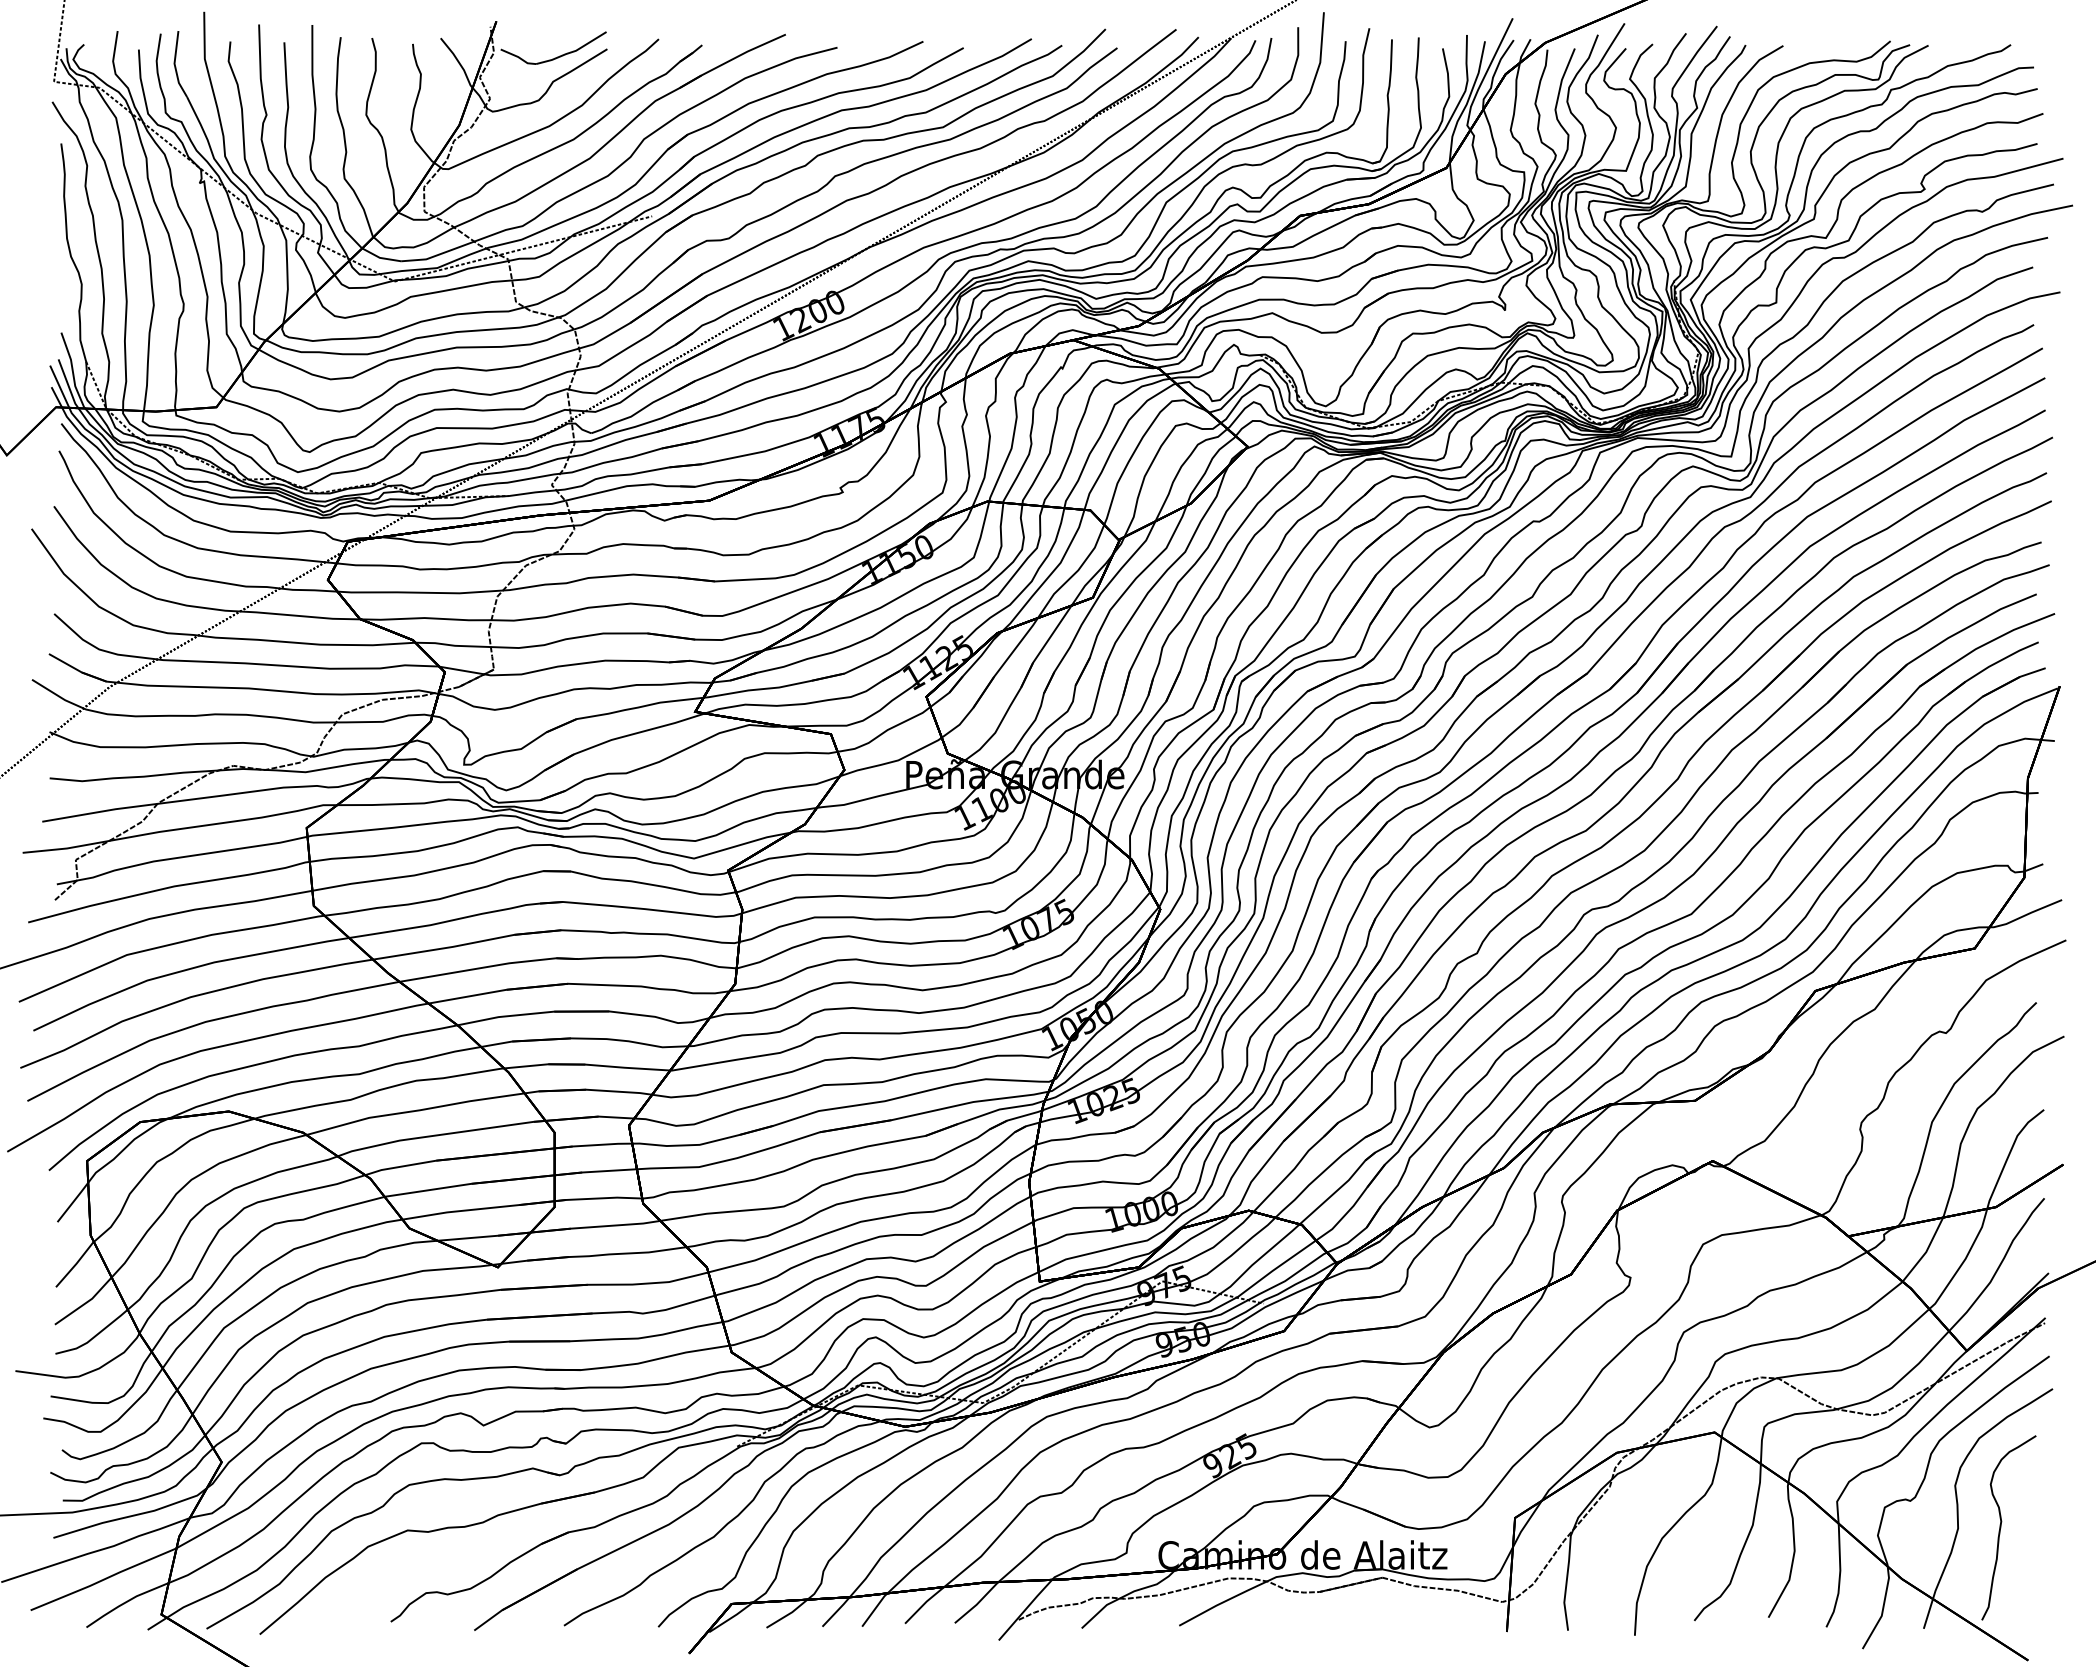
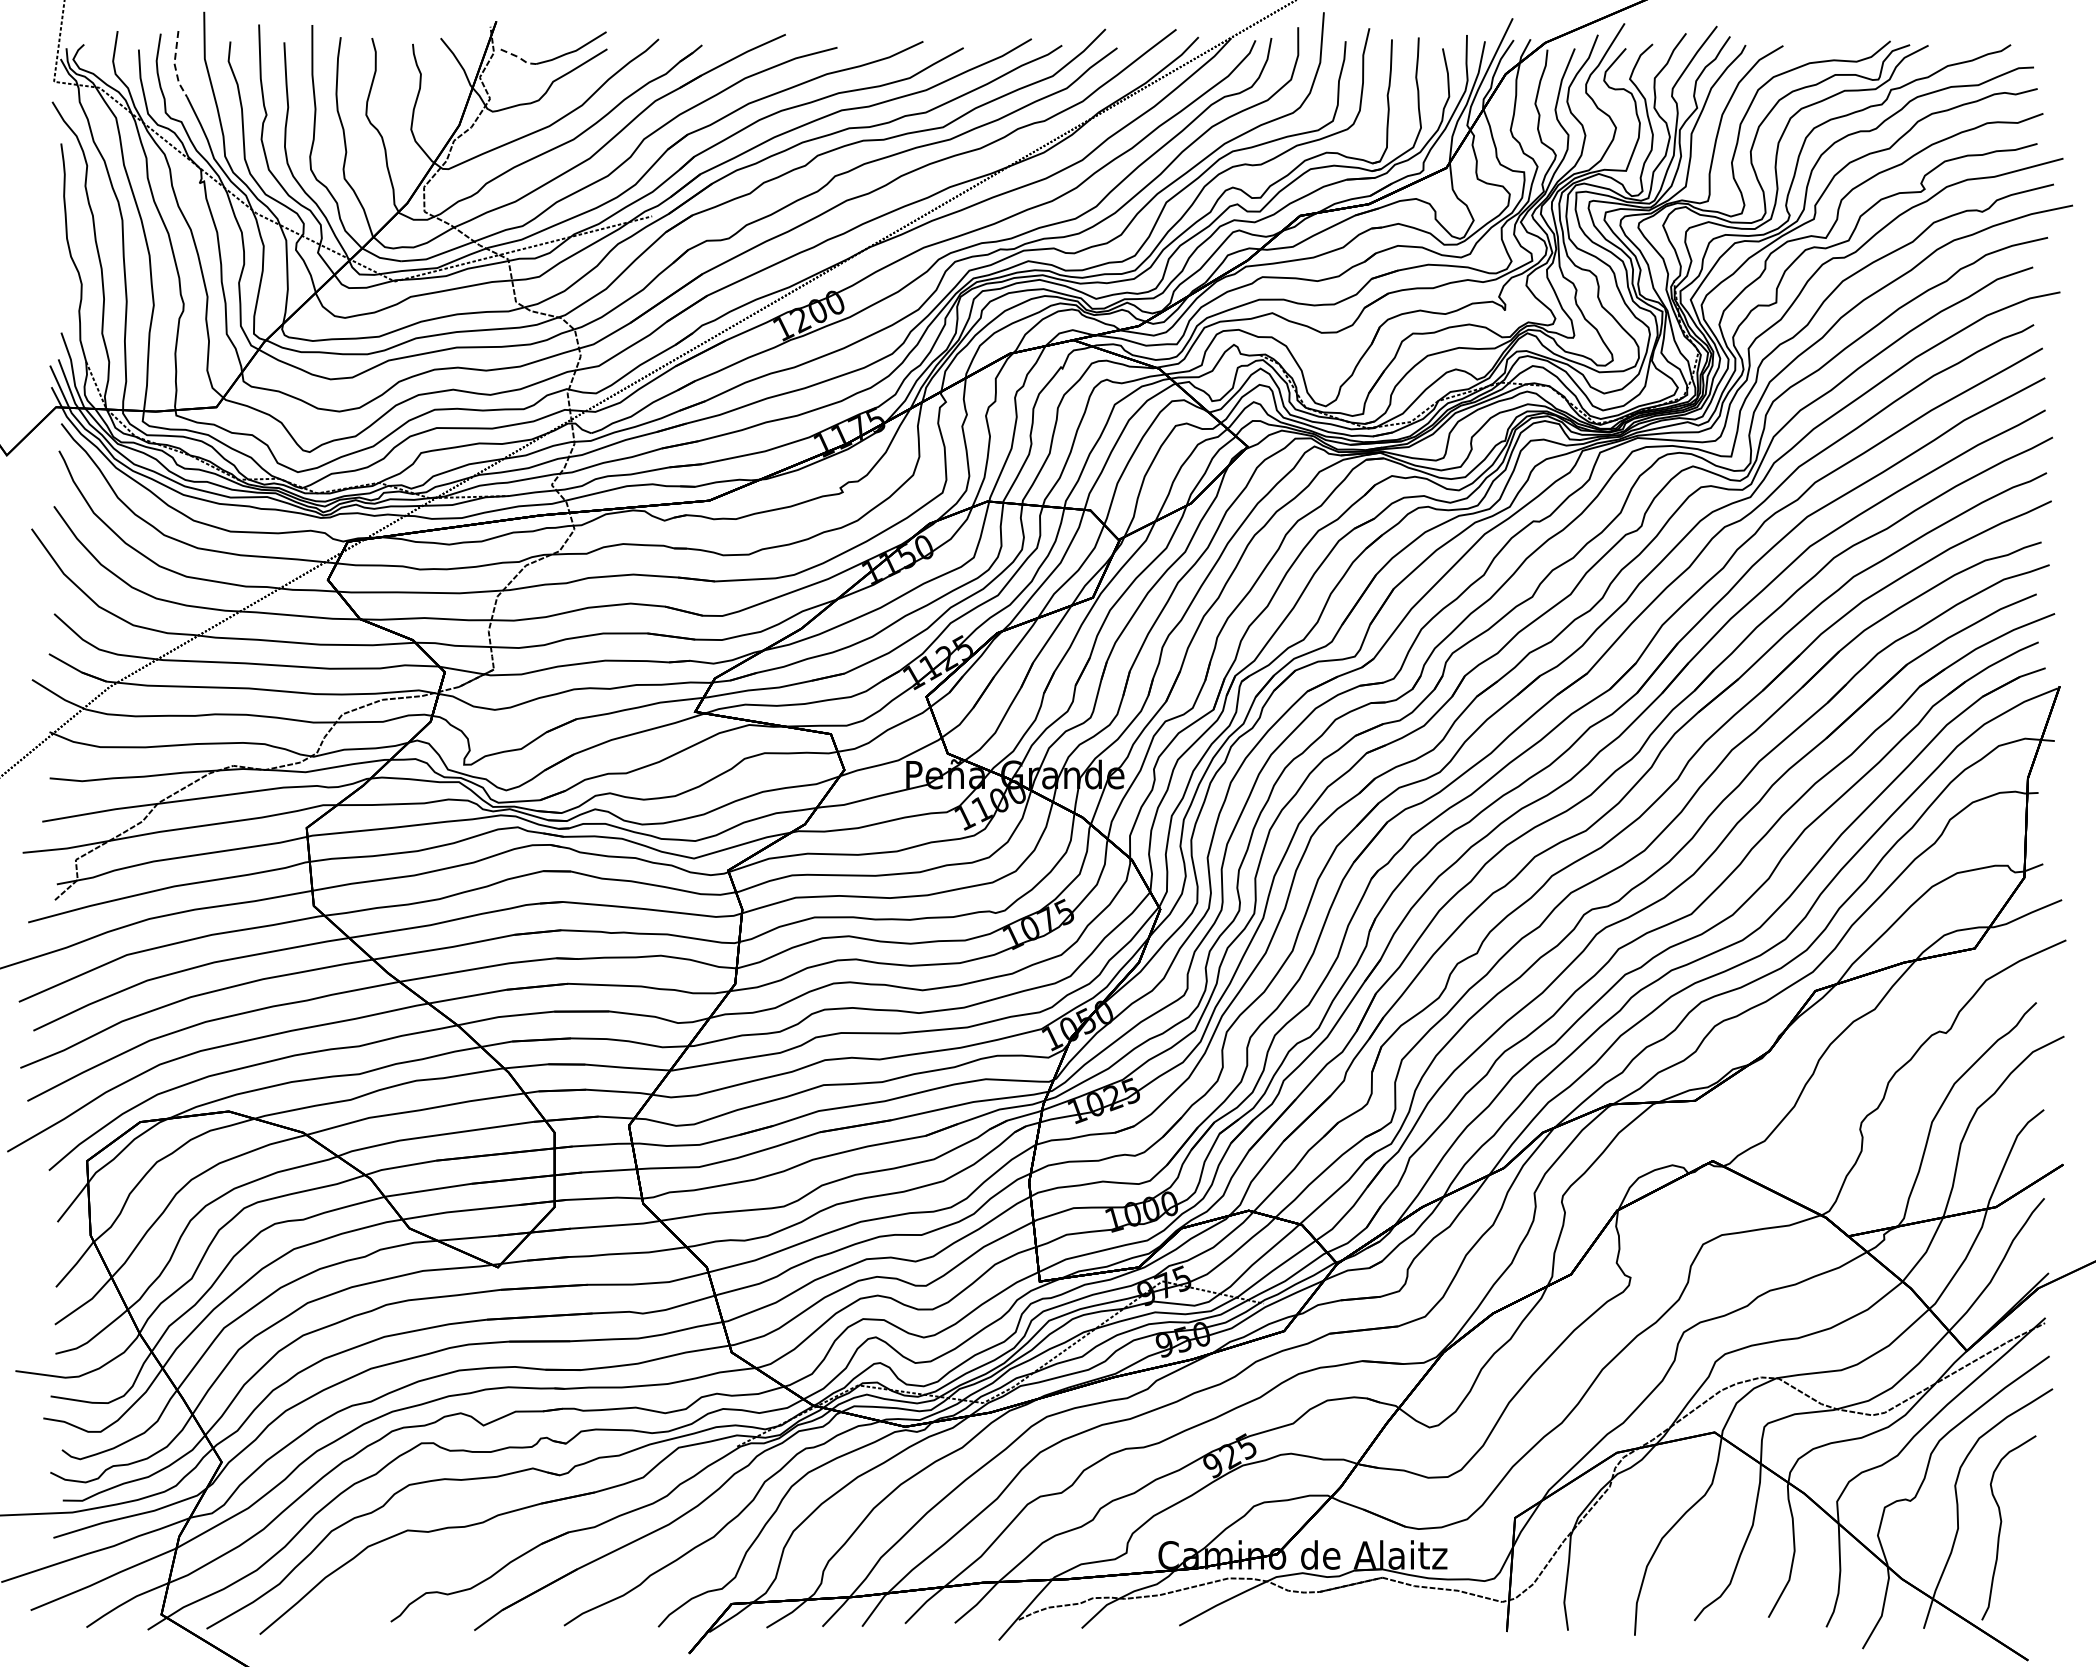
line at (519, 57): solid -> dashed
line at (174, 65): solid -> dashed
